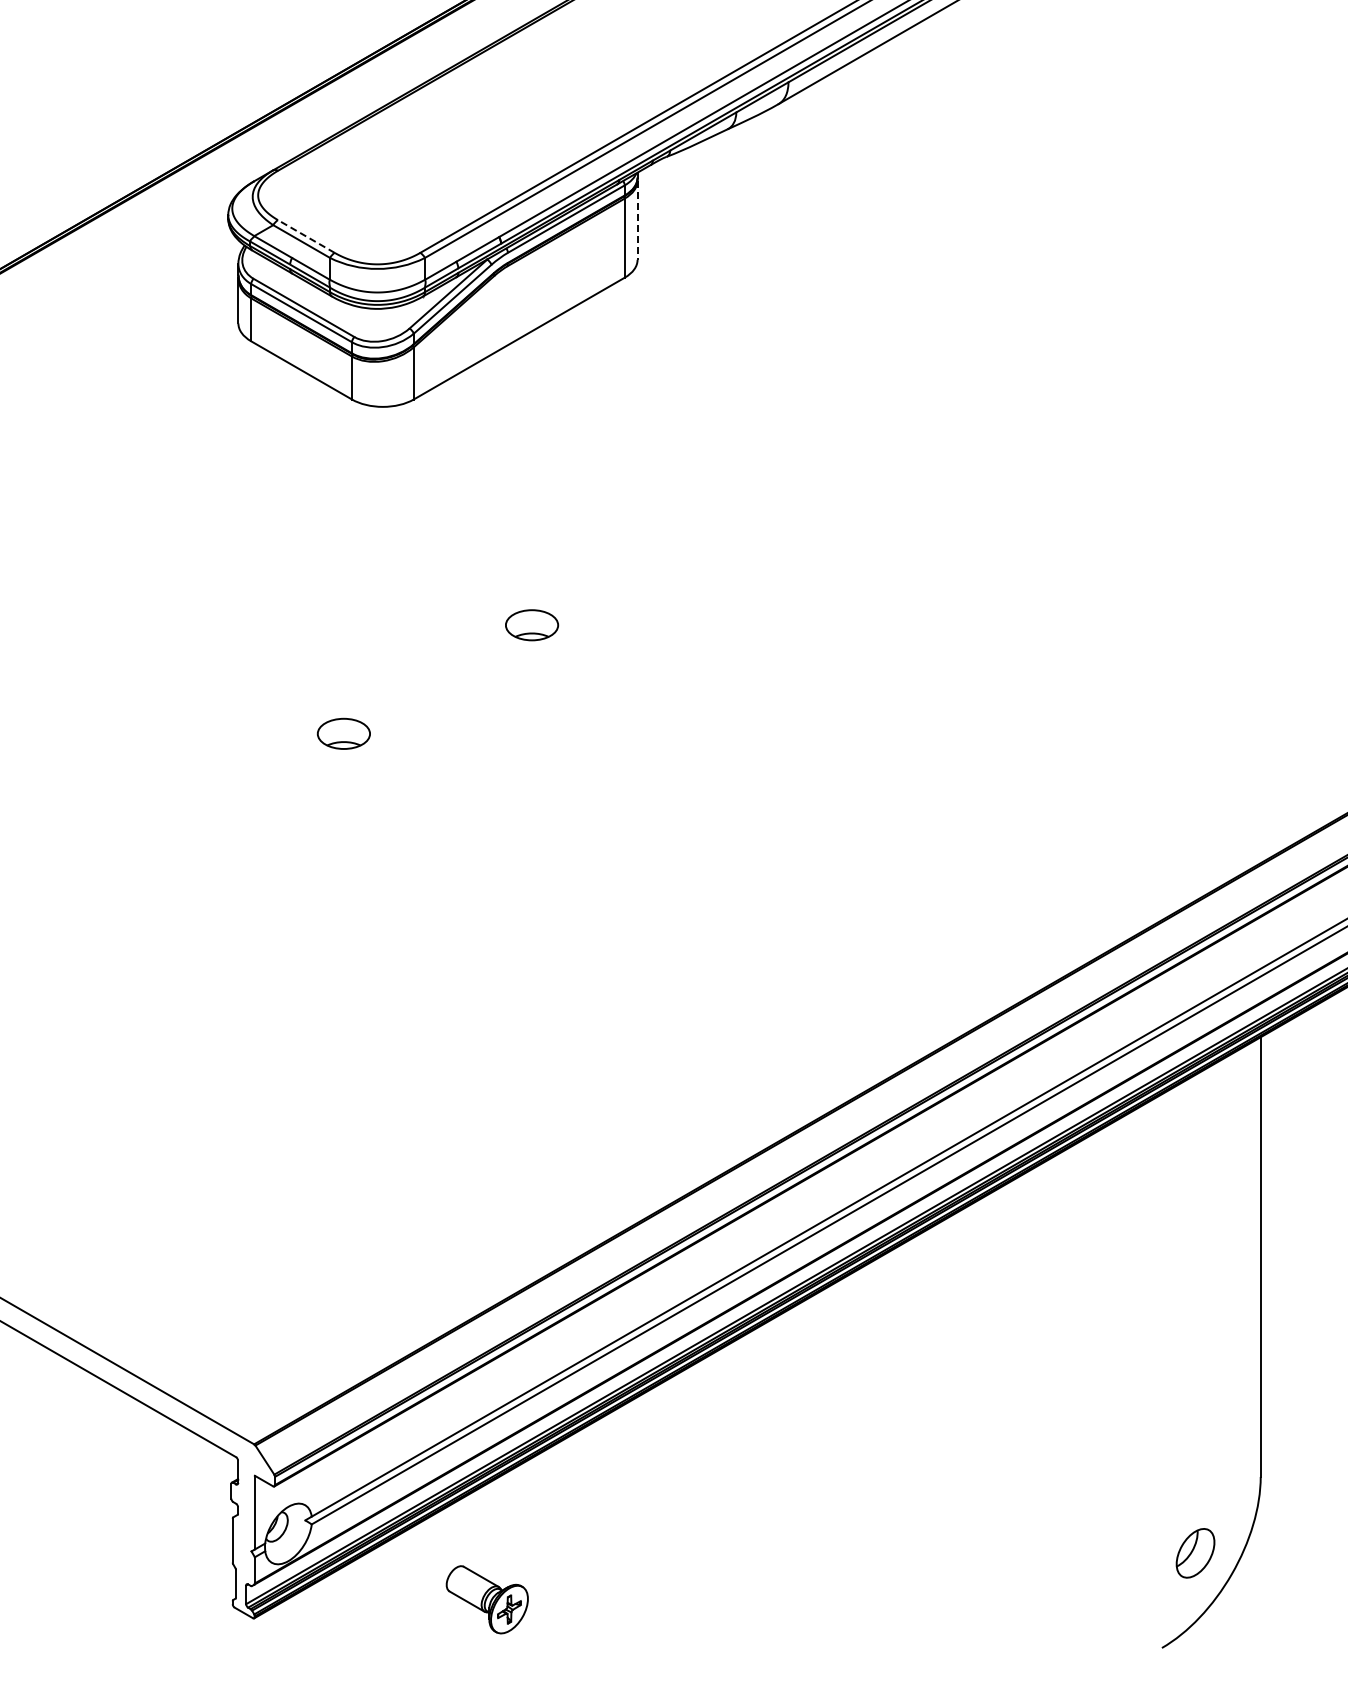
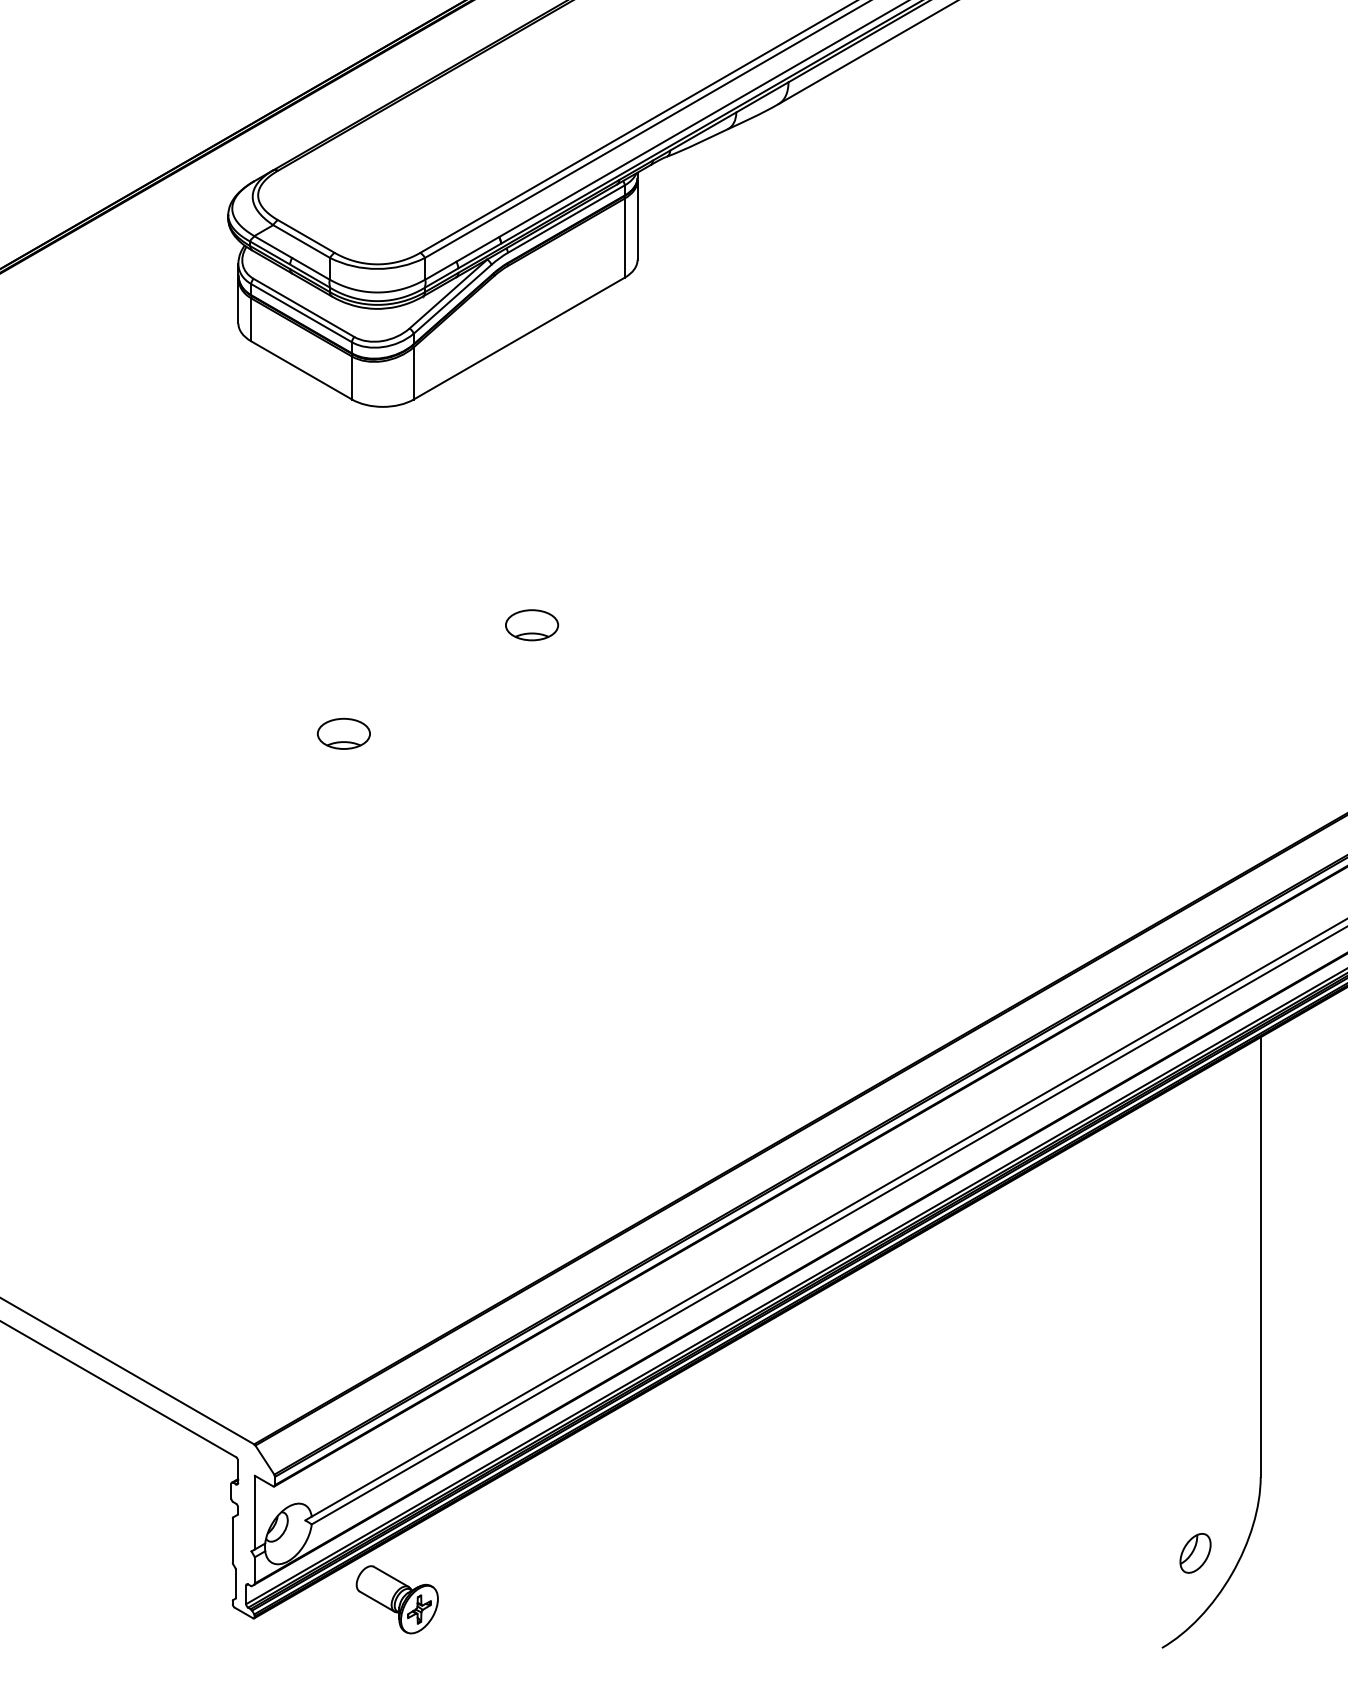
line at (637, 220): dashed -> solid
line at (306, 236): dashed -> solid
part at (1195, 1553) size: 41x51 px -> 33x41 px
part at (486, 1599) position: (486, 1599) -> (396, 1599)
